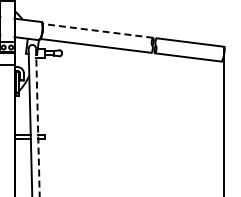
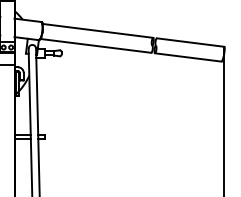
line at (97, 30): dashed -> solid
line at (37, 122): dashed -> solid
